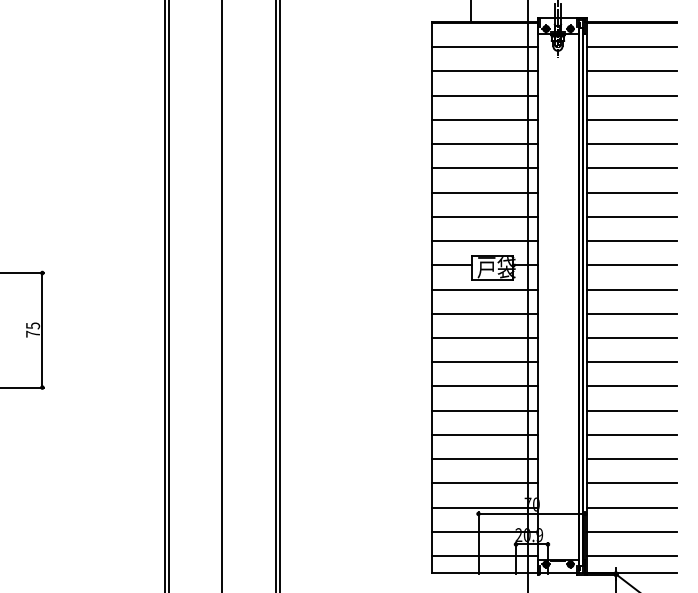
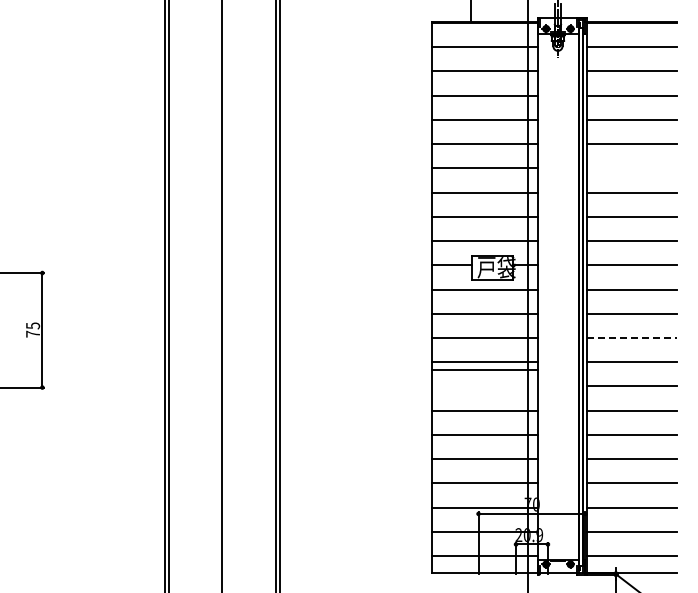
line at (631, 168): present -> none
line at (632, 337): solid -> dashed
line at (484, 386) position: (484, 386) -> (484, 370)
